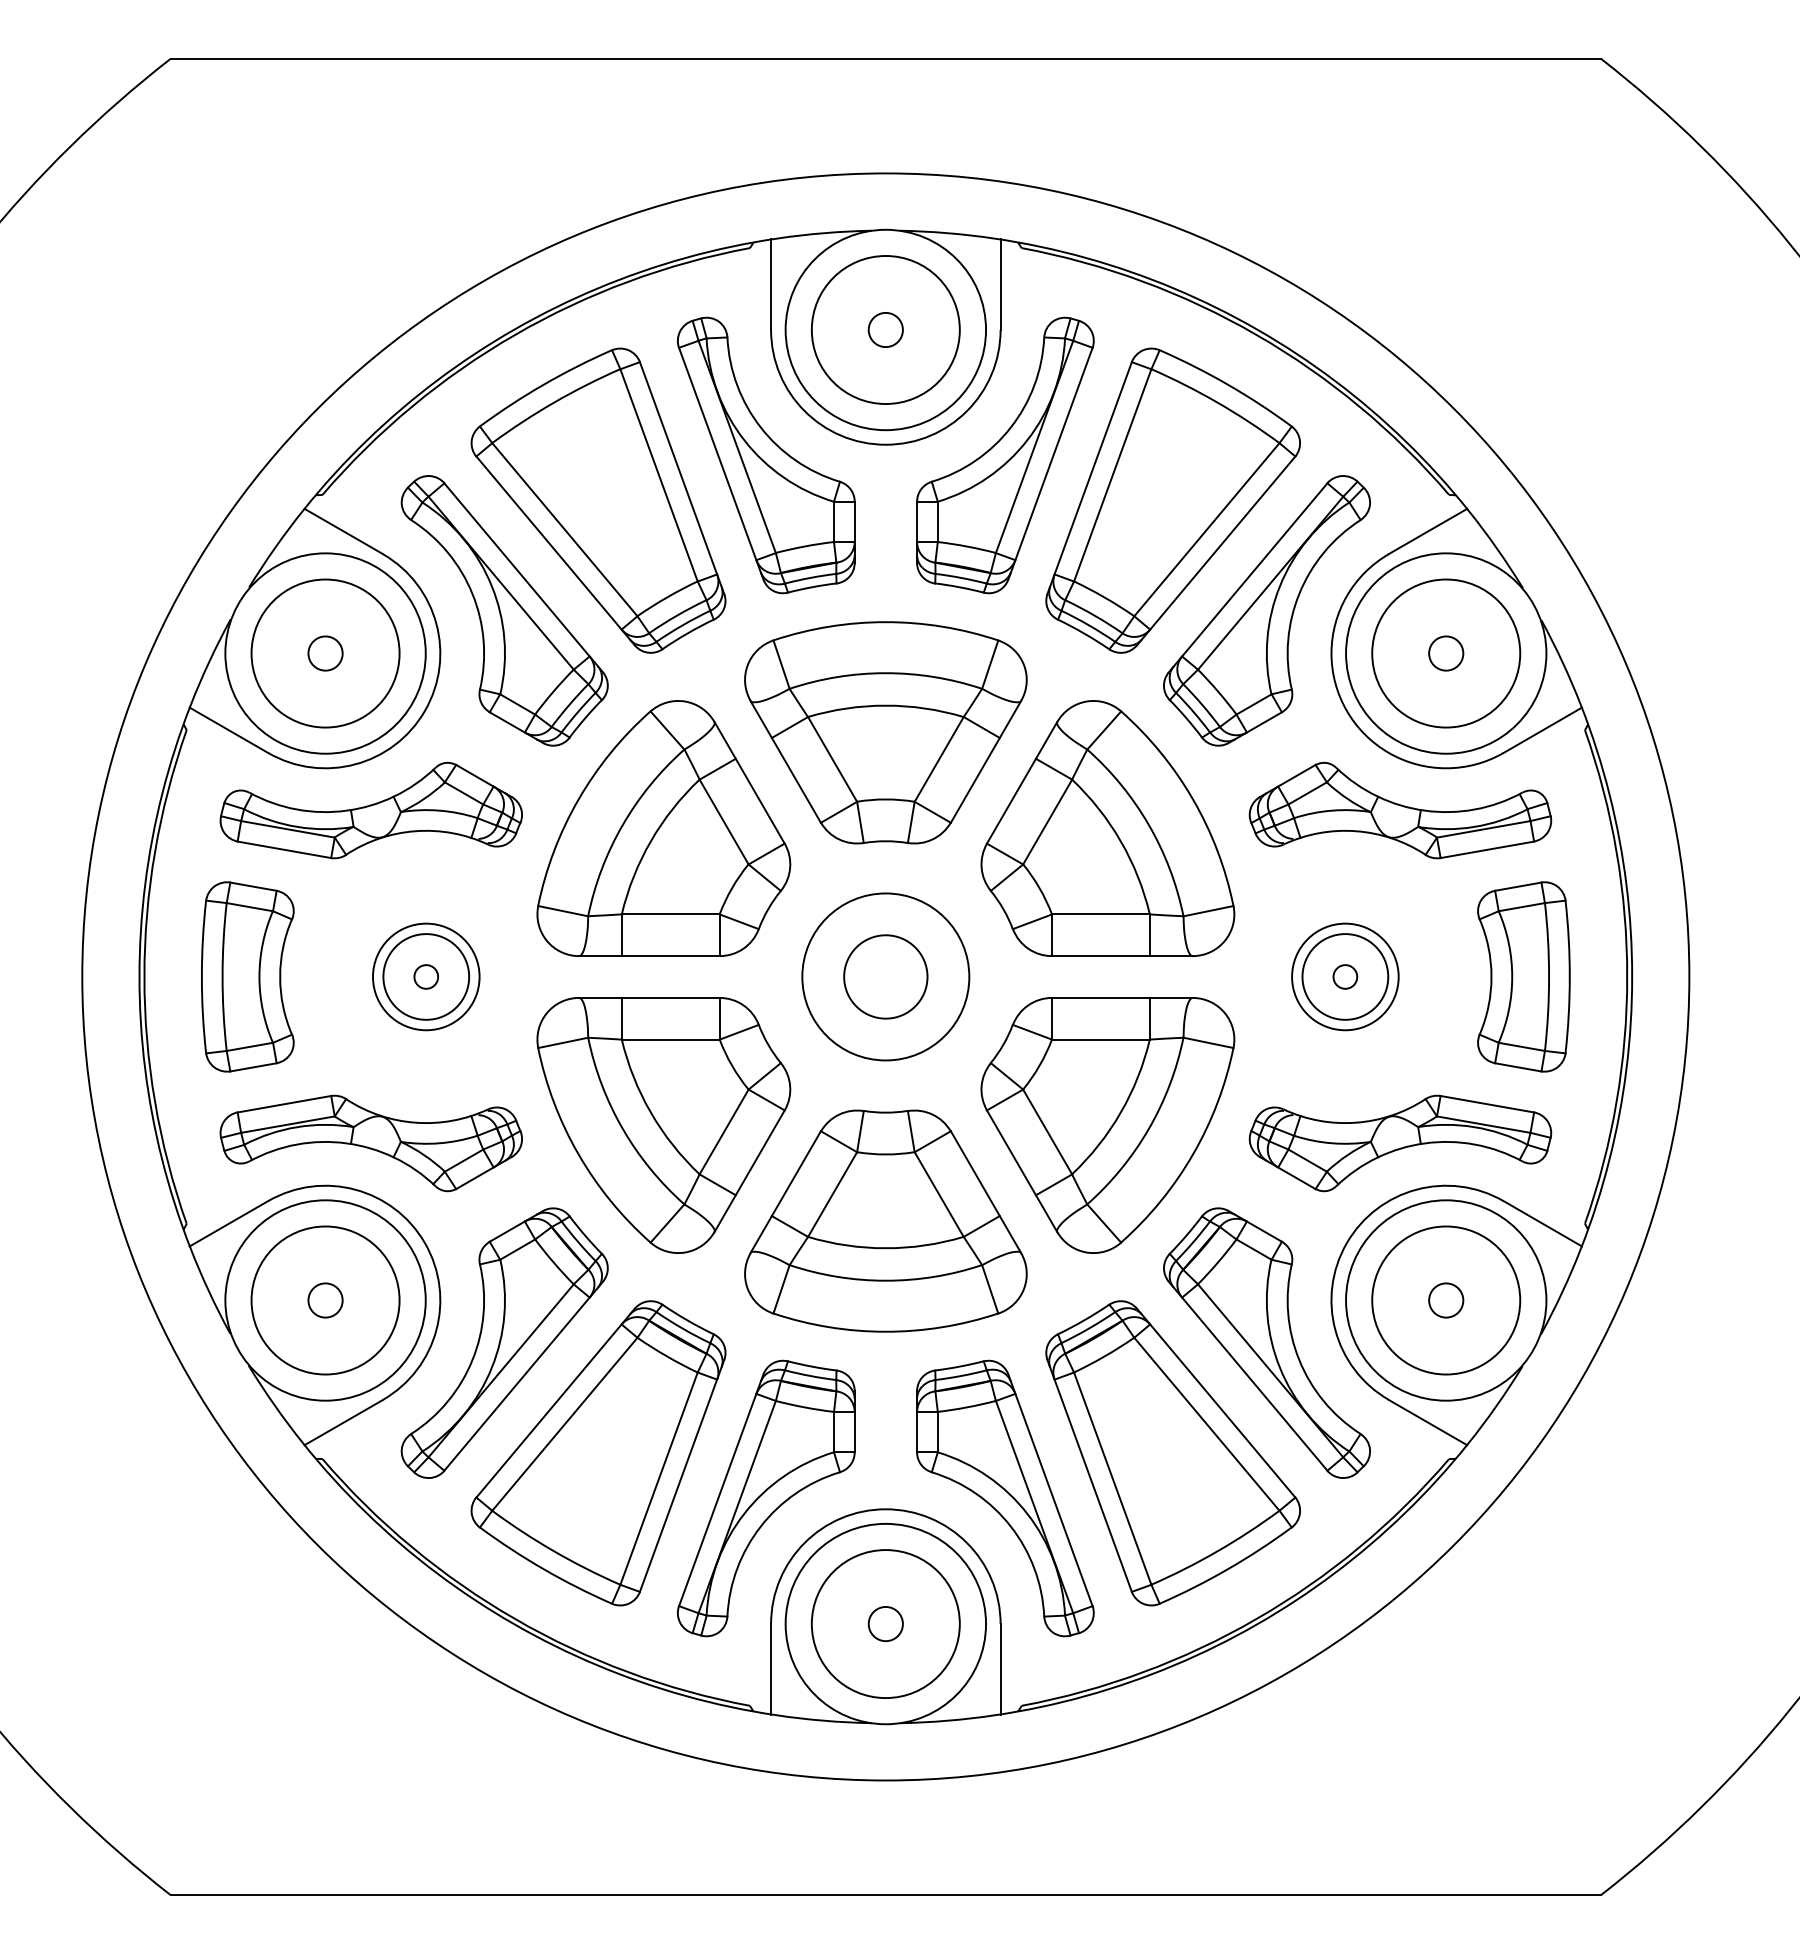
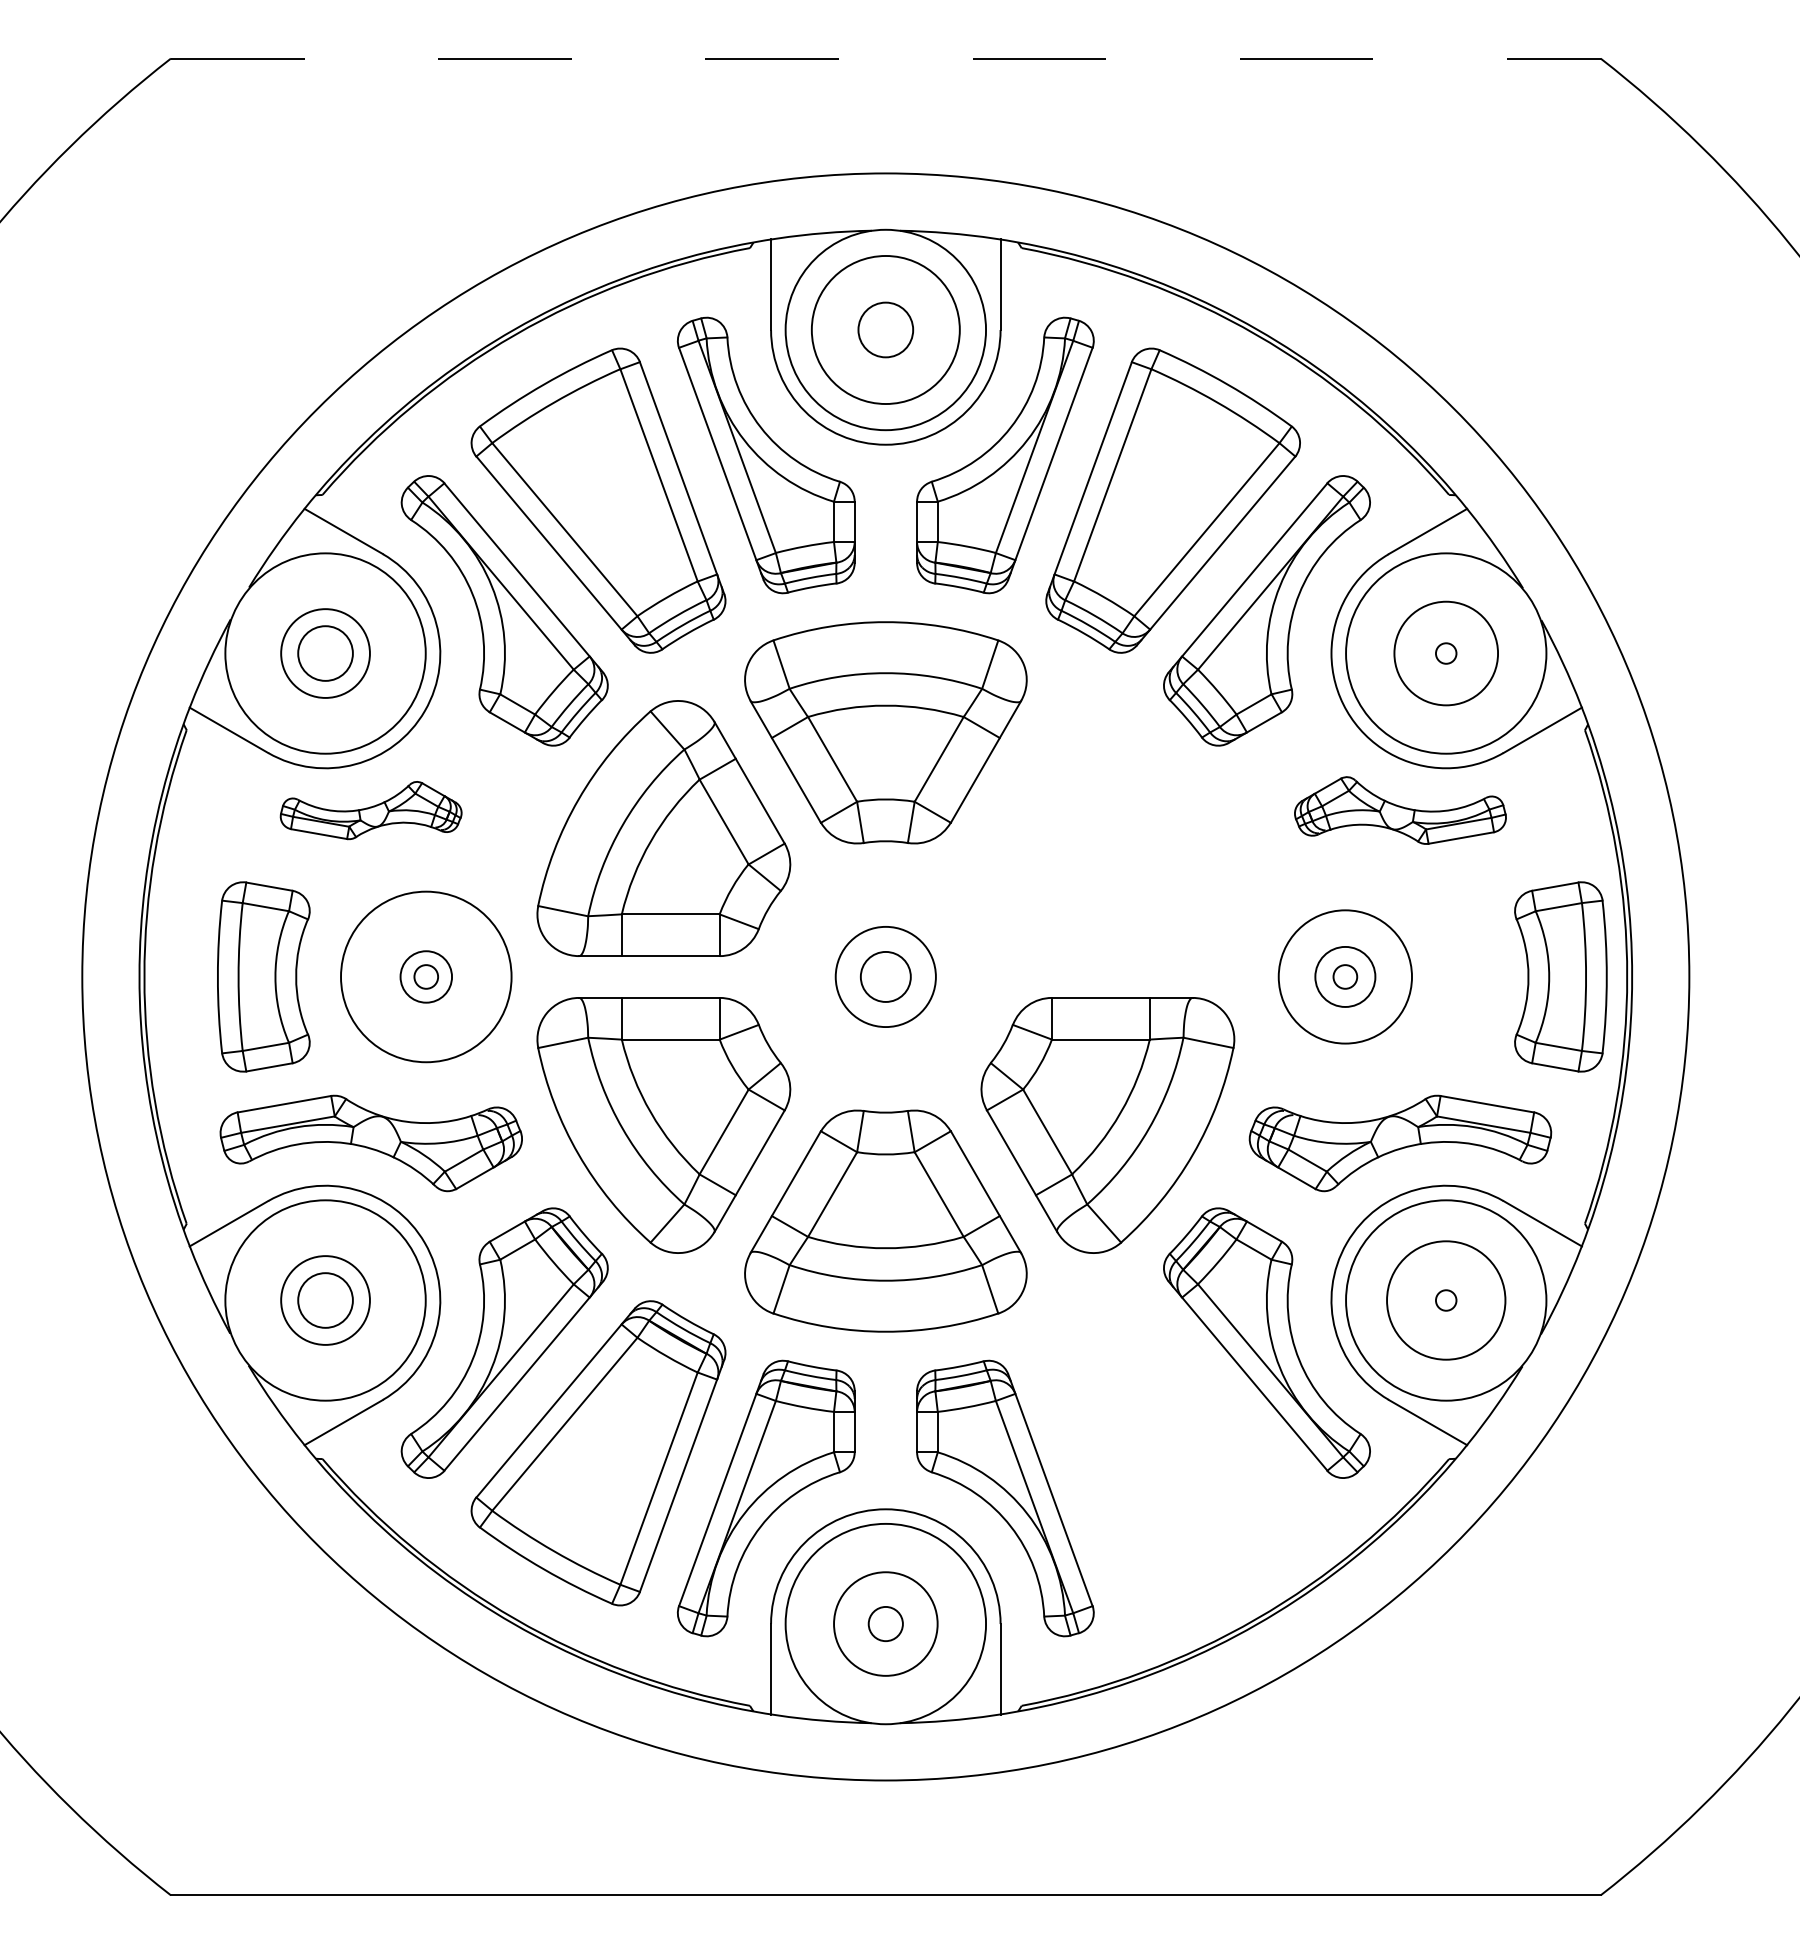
line at (885, 58): solid -> dashed
circle at (885, 329) diameter: 34 px -> 55 px
circle at (325, 653) diameter: 148 px -> 89 px
circle at (325, 653) diameter: 34 px -> 55 px
circle at (1446, 653) diameter: 148 px -> 104 px
circle at (1446, 653) diameter: 34 px -> 21 px
part at (370, 810) size: 304x99 px -> 184x60 px
part at (1400, 810) size: 305x99 px -> 213x69 px
part at (1107, 828): present -> none
part at (247, 976) position: (247, 976) -> (263, 976)
circle at (425, 976) diameter: 107 px -> 171 px
circle at (426, 976) diameter: 86 px -> 51 px
circle at (885, 976) diameter: 167 px -> 100 px
circle at (885, 976) diameter: 83 px -> 50 px
circle at (1345, 976) diameter: 107 px -> 133 px
circle at (1345, 976) diameter: 86 px -> 60 px
part at (1523, 976) position: (1523, 976) -> (1560, 976)
circle at (325, 1300) diameter: 148 px -> 89 px
circle at (325, 1300) diameter: 34 px -> 55 px
circle at (1446, 1300) diameter: 148 px -> 118 px
circle at (1446, 1300) diameter: 34 px -> 21 px
part at (1172, 1453): present -> none
circle at (885, 1624) diameter: 148 px -> 104 px
